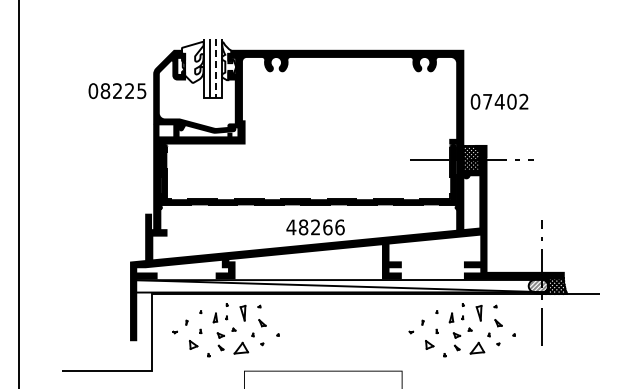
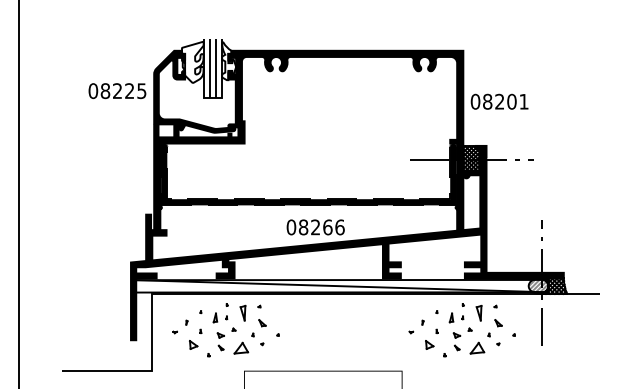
line at (216, 69): dashed -> solid
text at (505, 101): 07402 -> 08201
text at (291, 227): 48266 -> 08266
